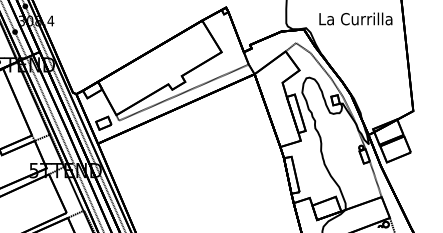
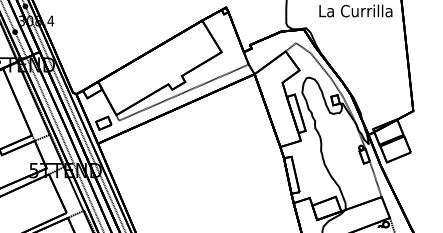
text at (355, 18) position: (355, 18) -> (355, 10)
